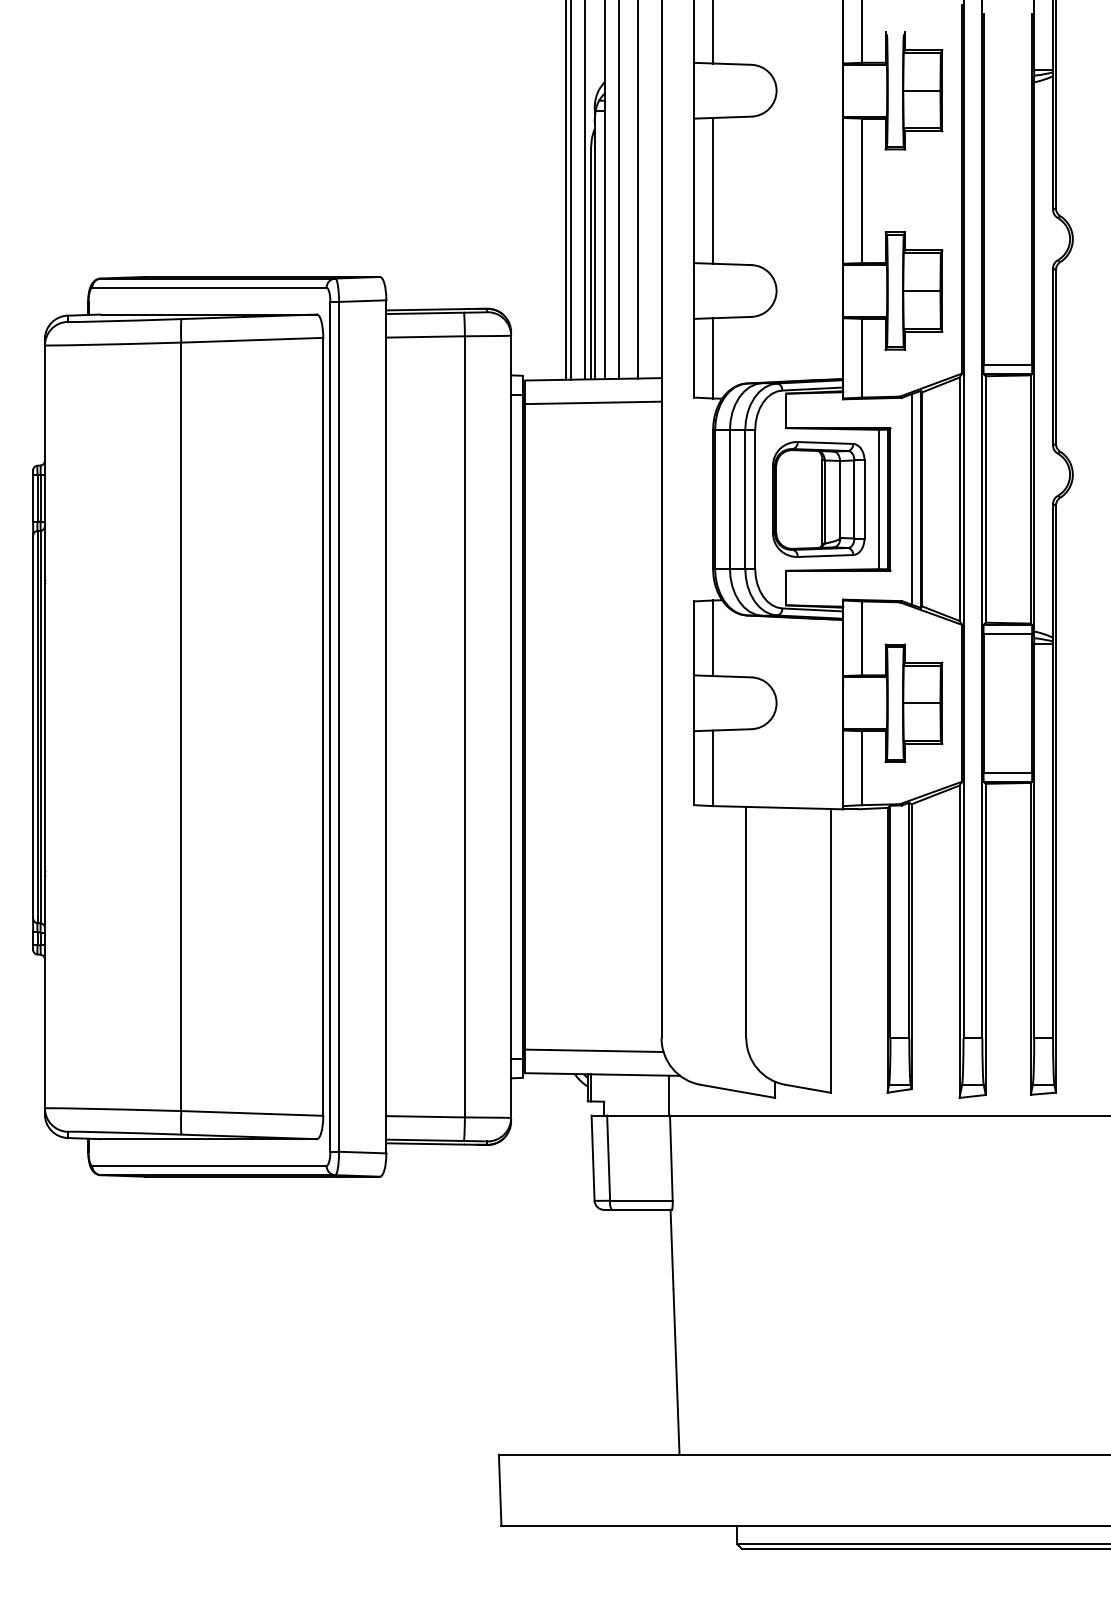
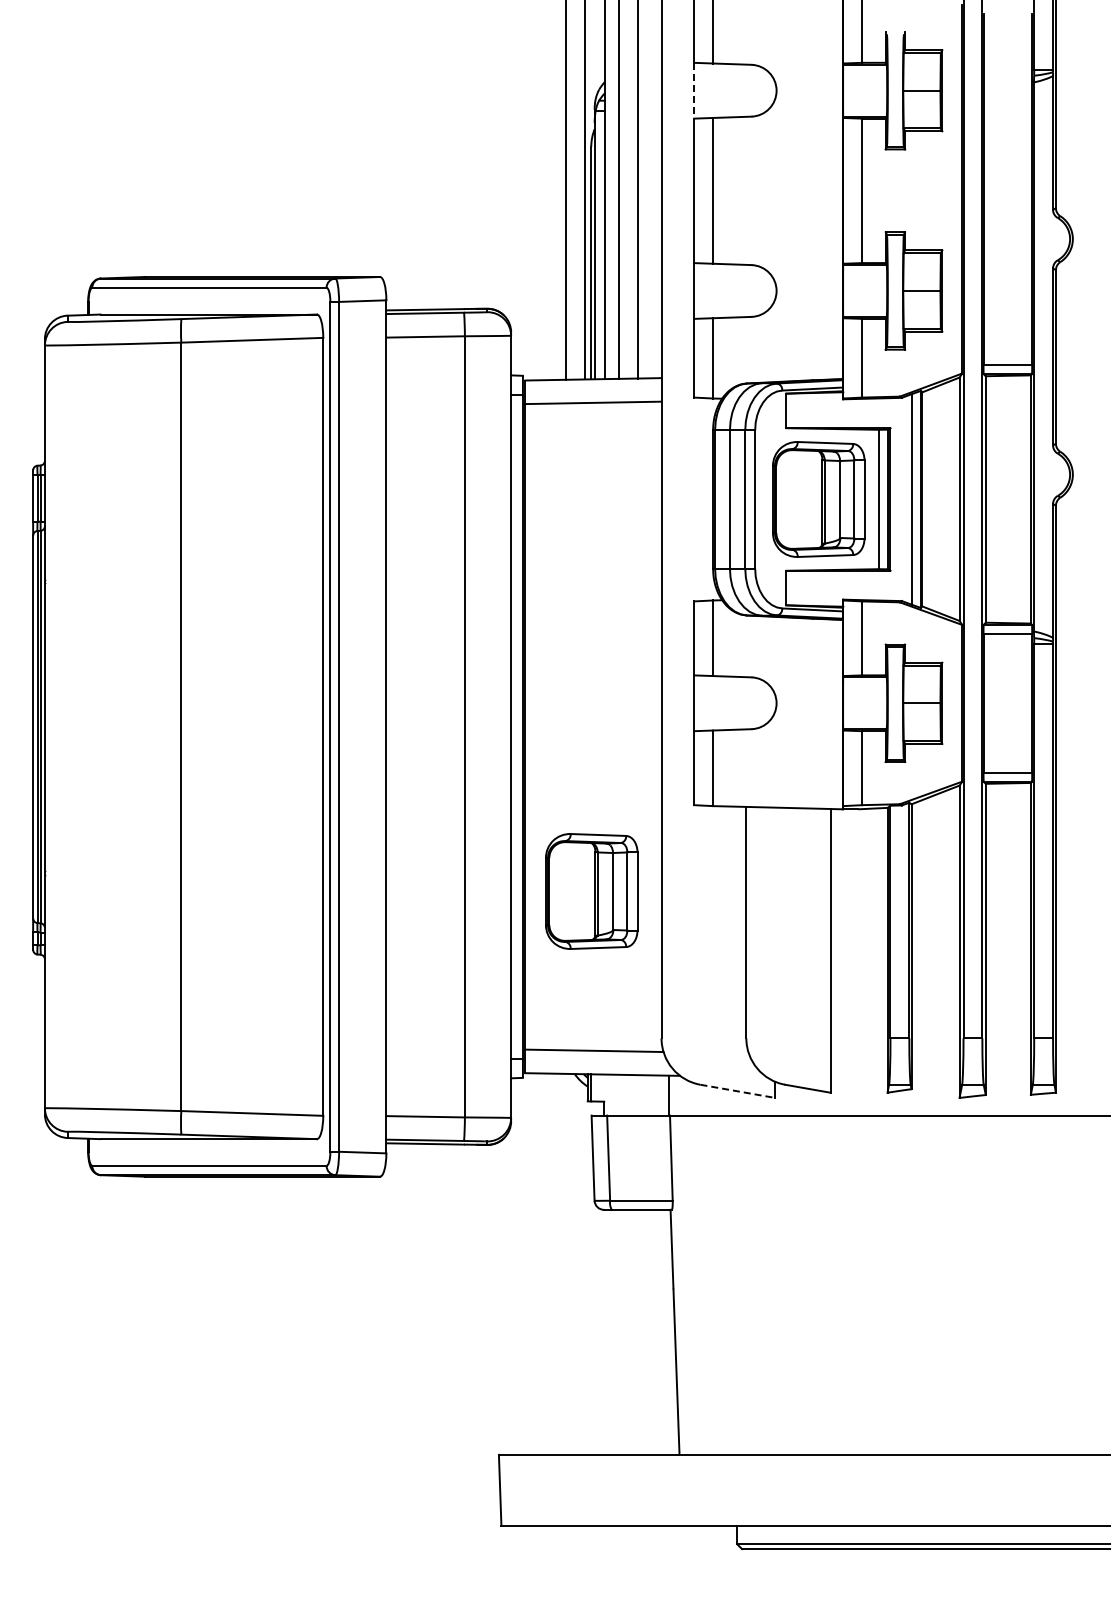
line at (694, 90): solid -> dashed
line at (571, 190): present -> none
part at (591, 891): none -> present
line at (737, 1091): solid -> dashed
